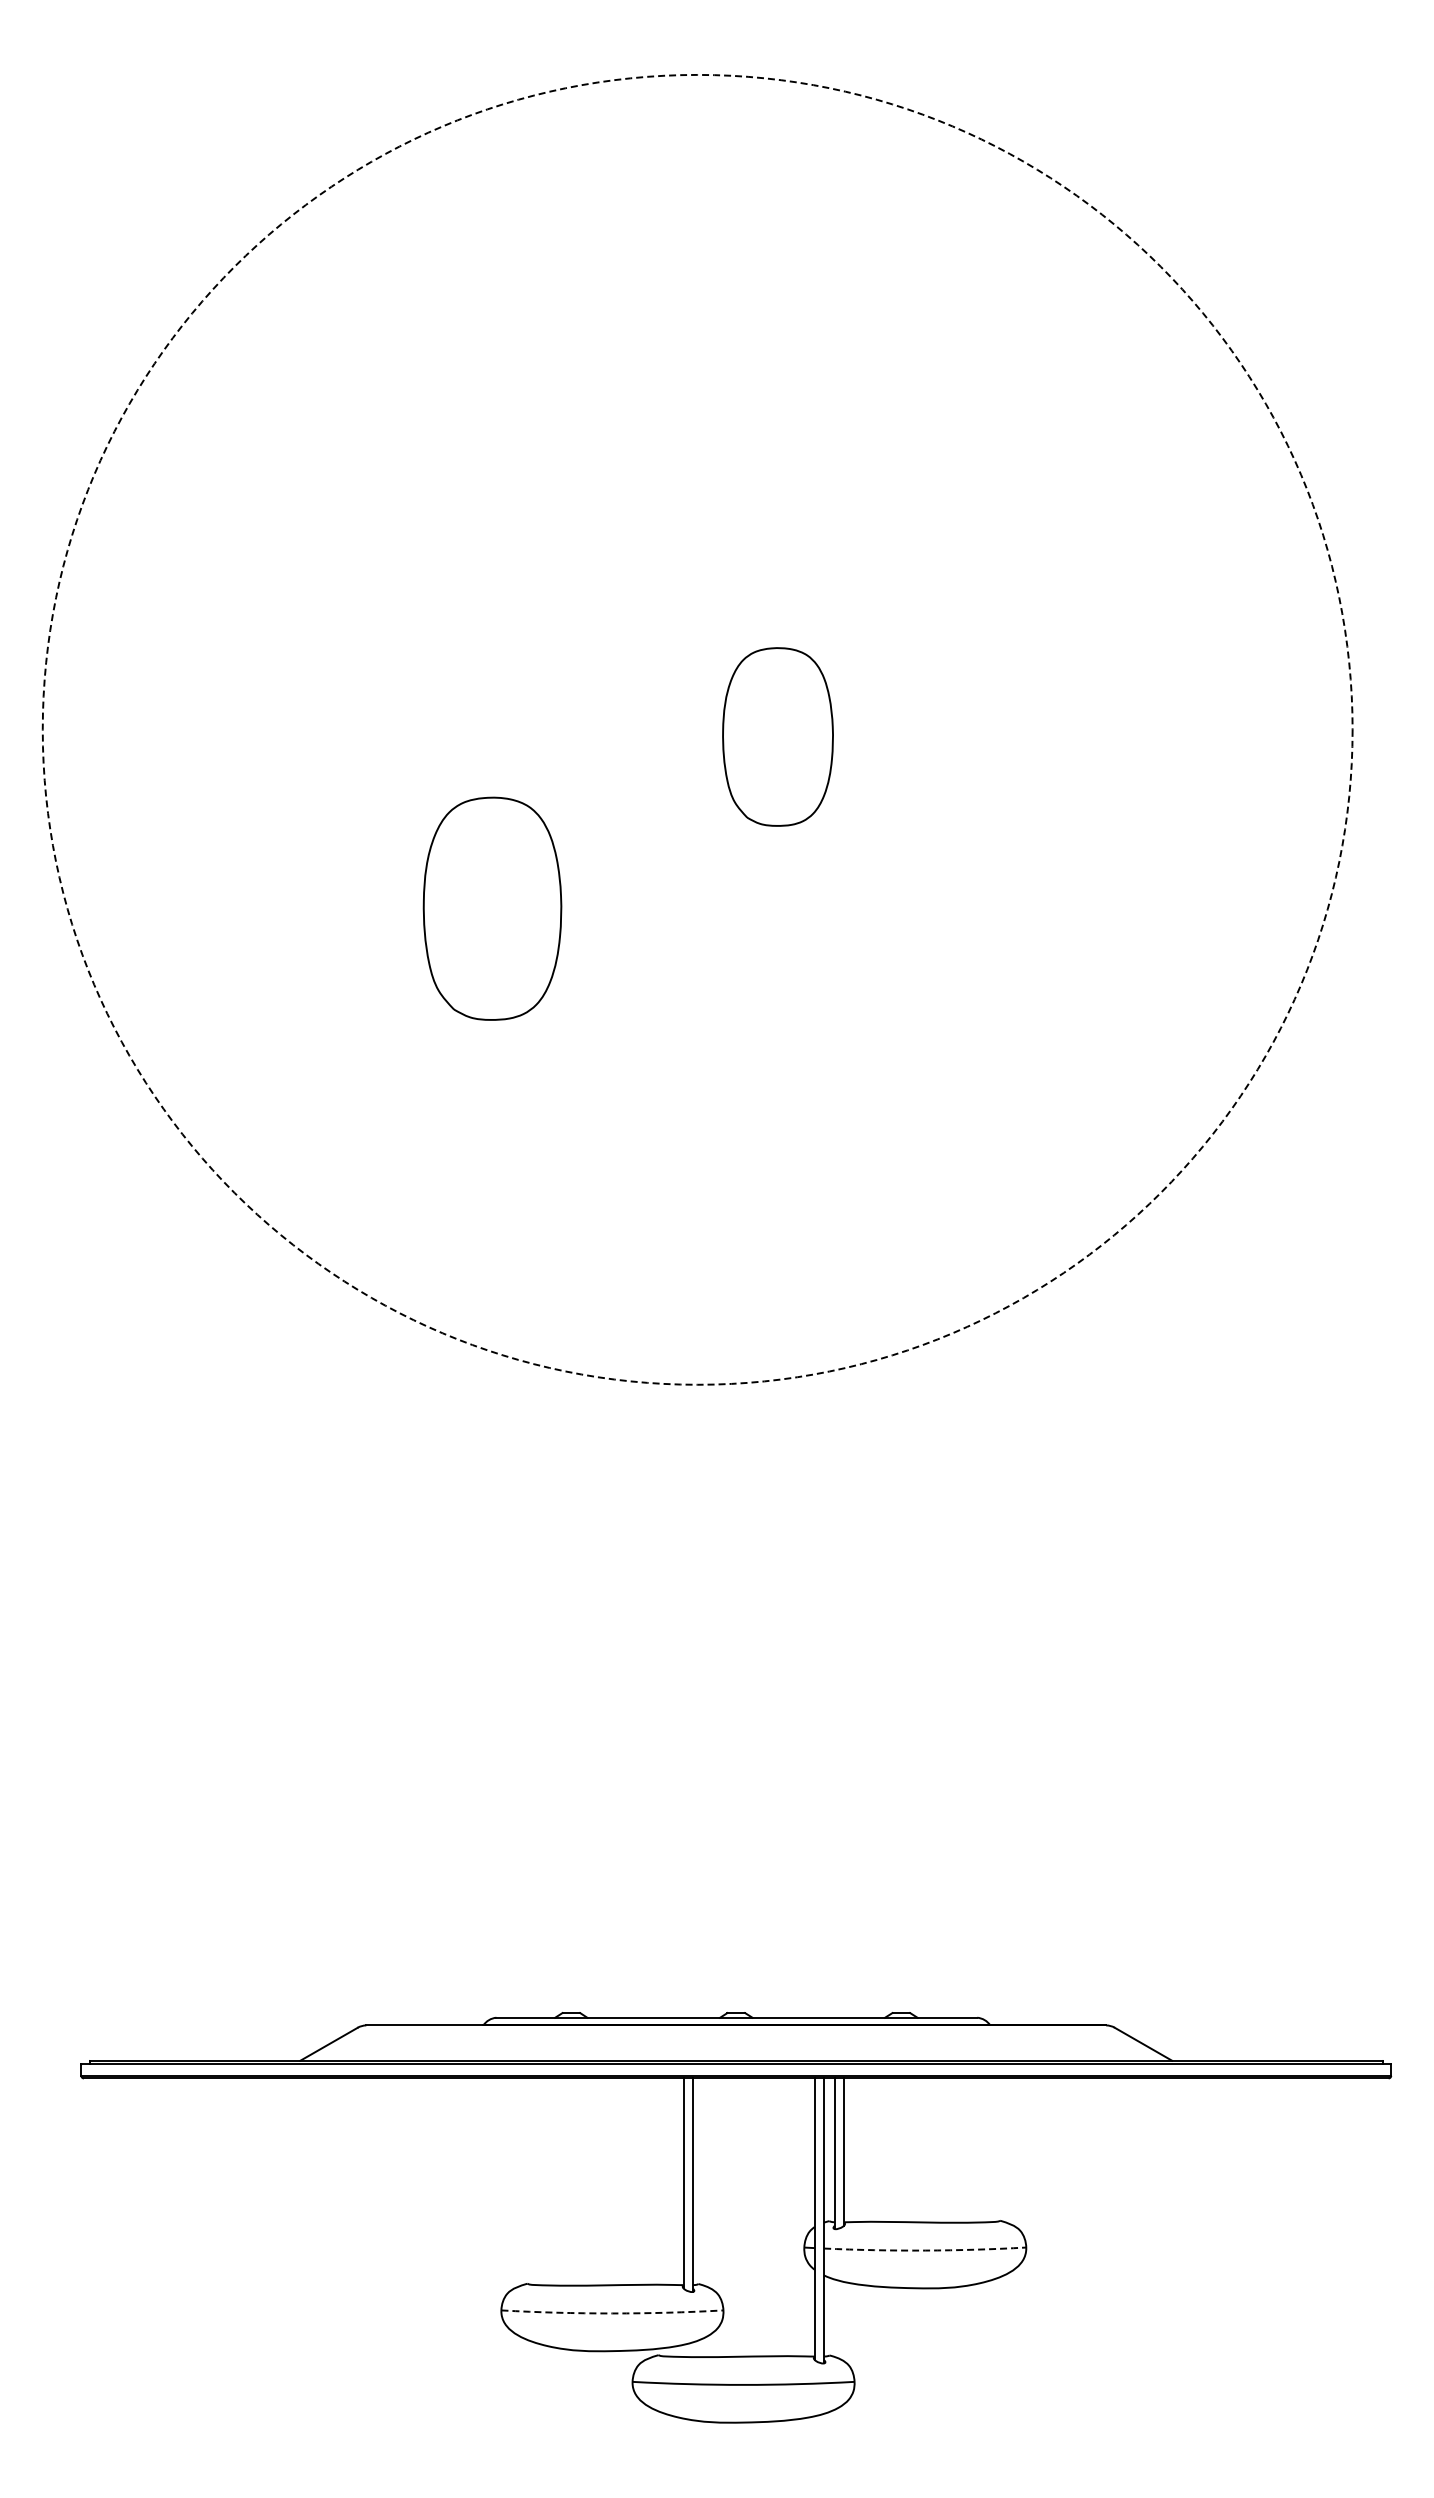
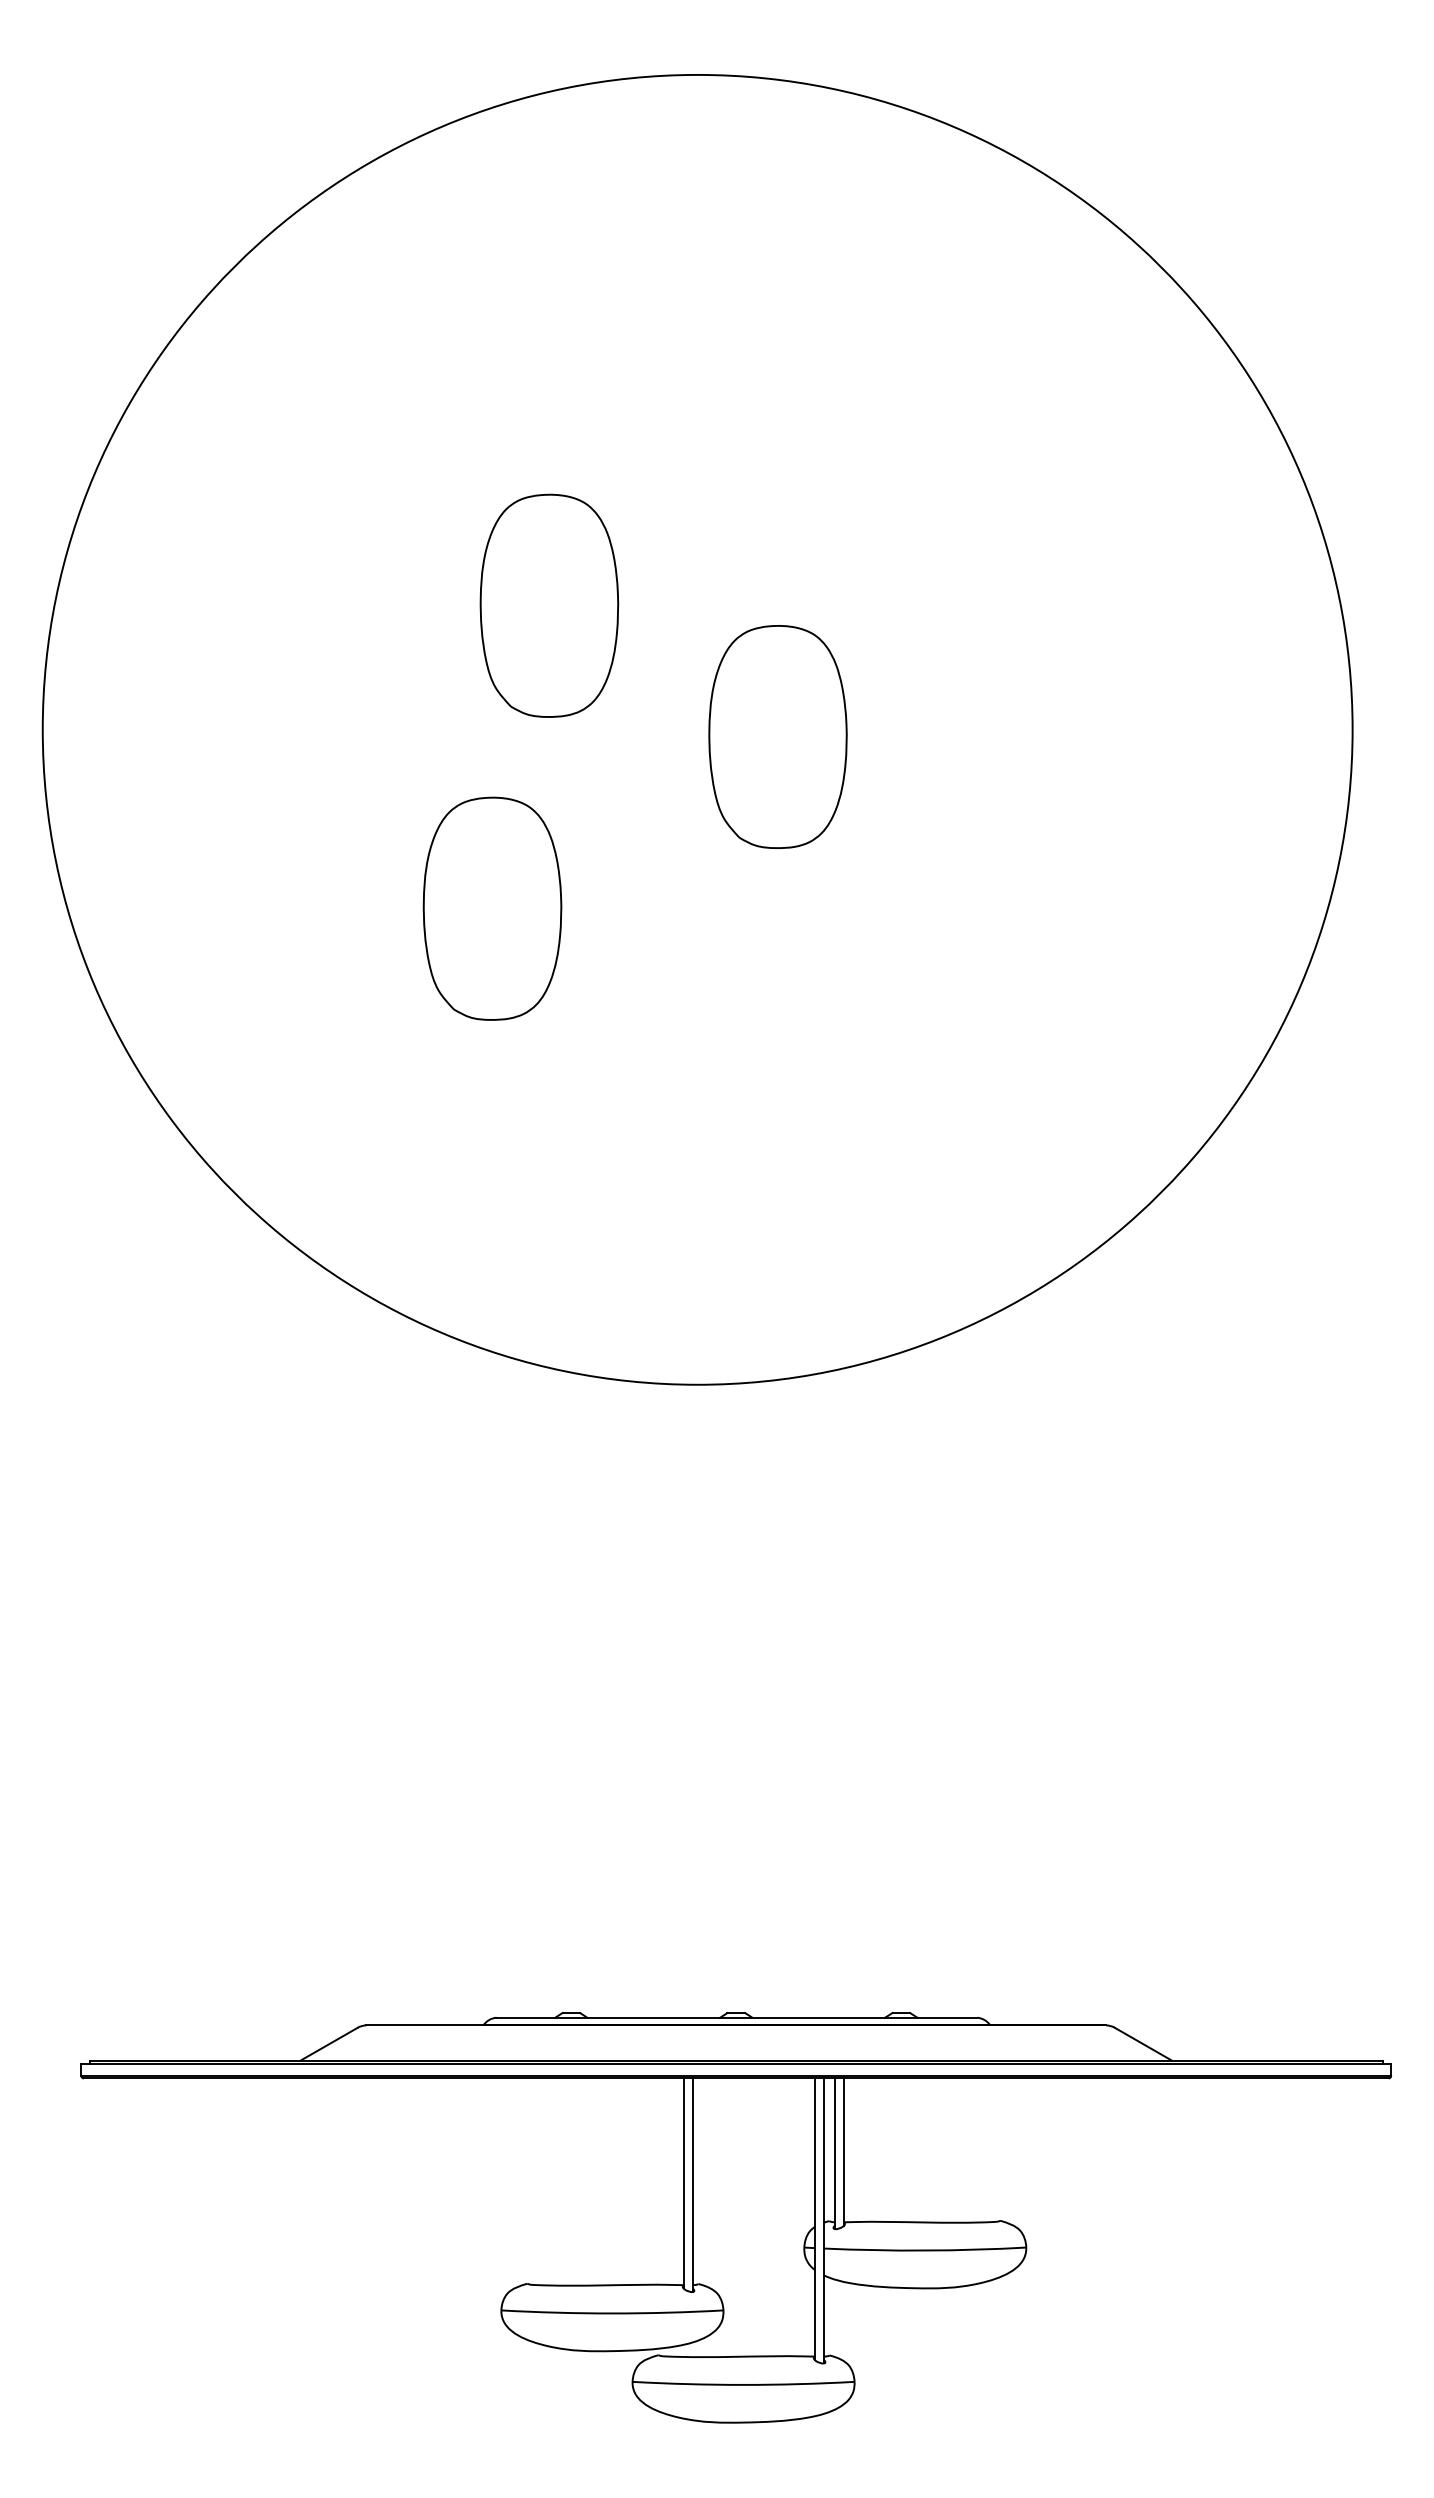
part at (549, 605): none -> present
circle at (697, 729): dashed -> solid
part at (777, 736) size: 112x180 px -> 140x224 px
arc at (925, 2250): dashed -> solid
arc at (612, 2313): dashed -> solid
